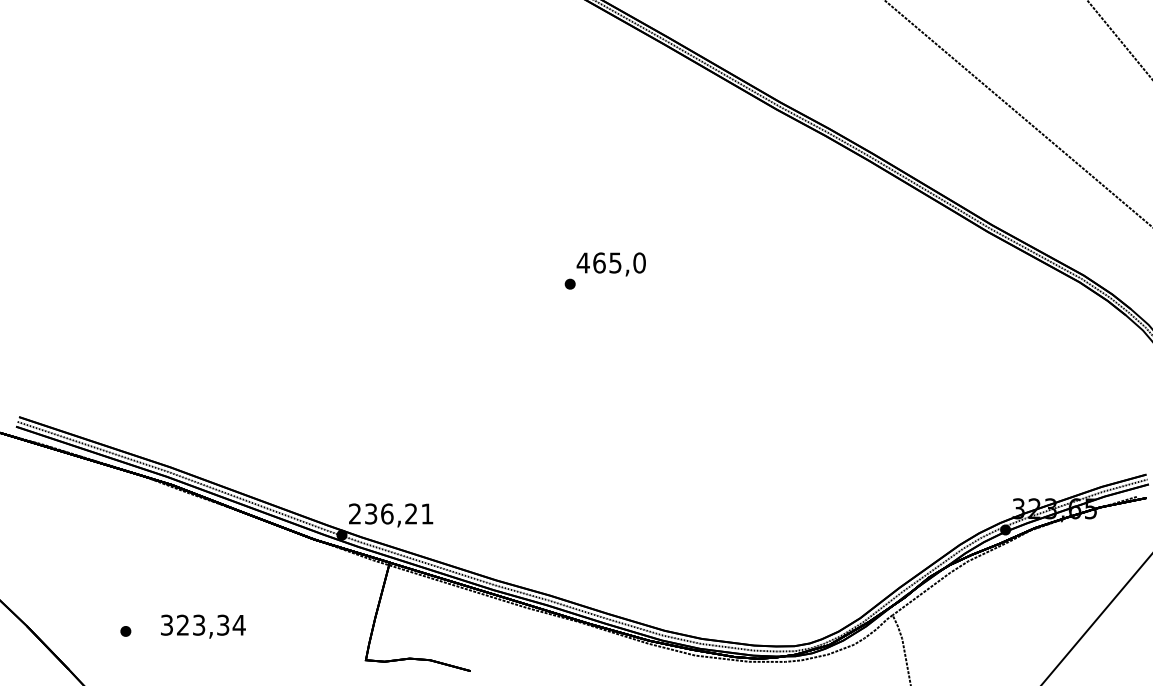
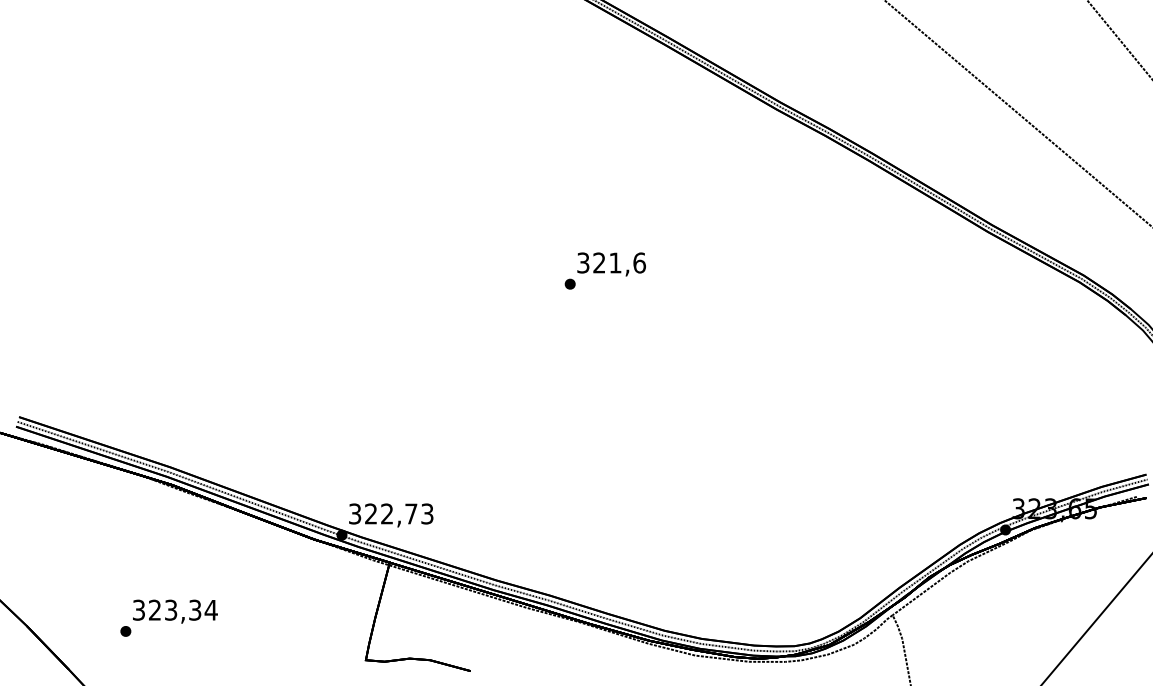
text at (611, 262): 465,0 -> 321,6
text at (391, 513): 236,21 -> 322,73
text at (203, 626) position: (203, 626) -> (175, 611)
